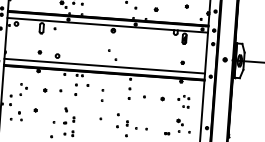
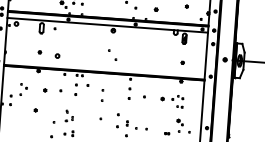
line at (104, 65): present -> none
part at (183, 101) position: (183, 101) -> (177, 101)
part at (69, 115) size: 13x18 px -> 10x14 px
part at (15, 116): present -> none
